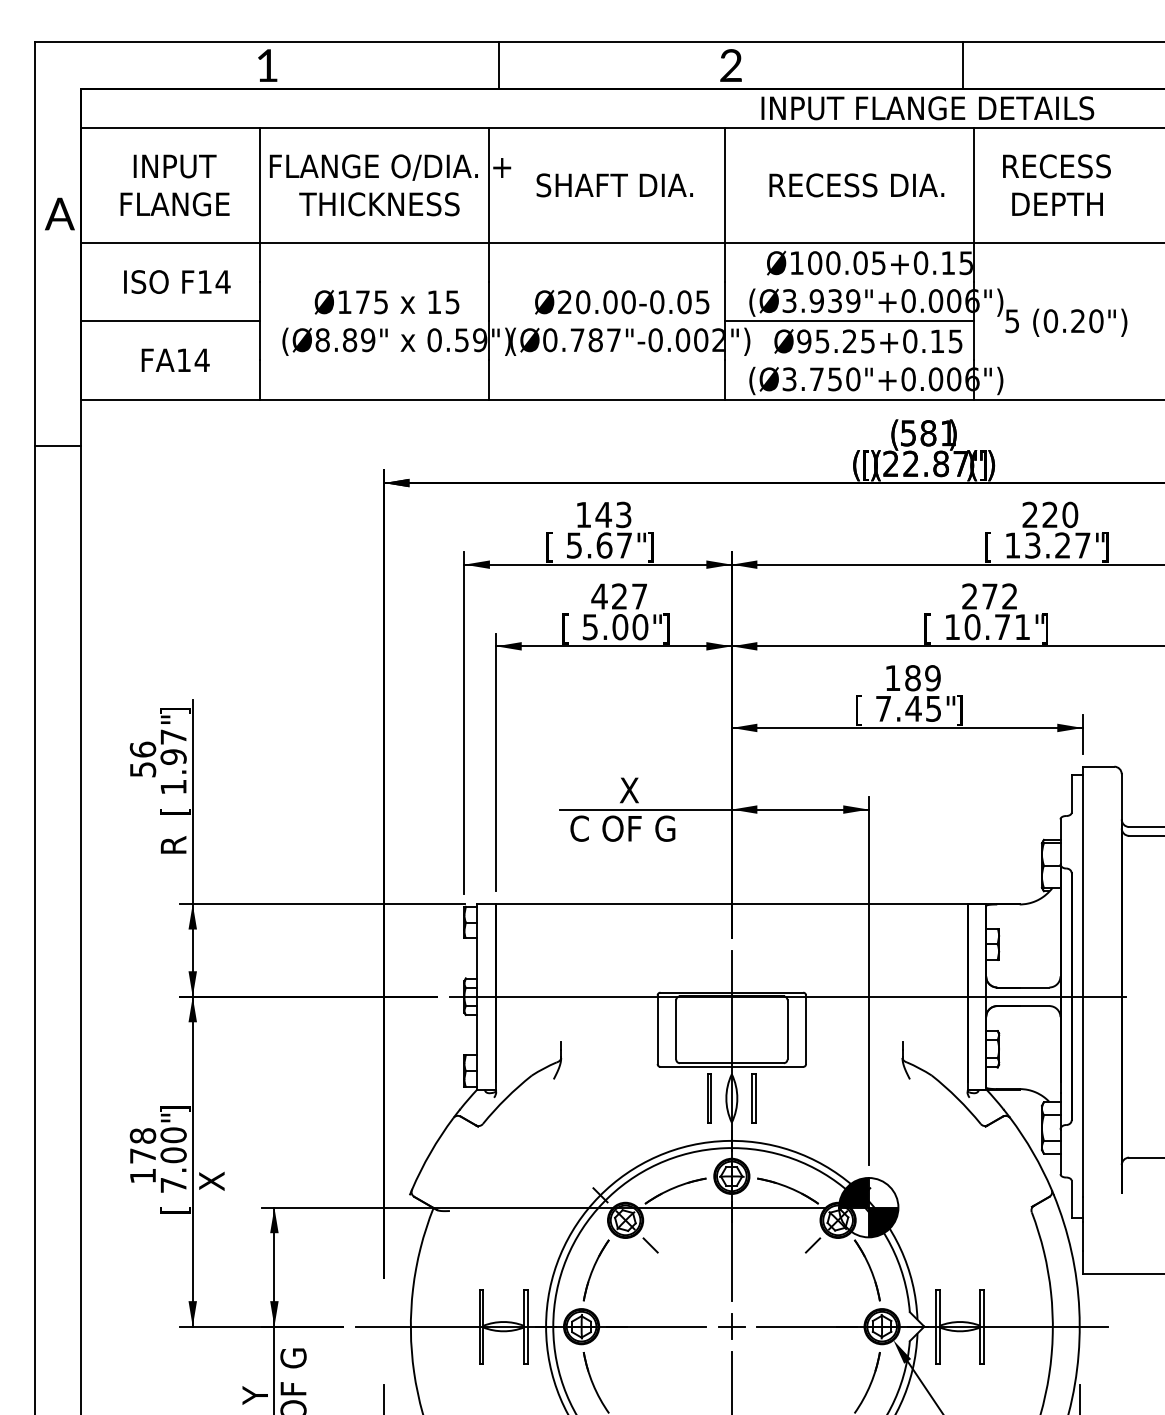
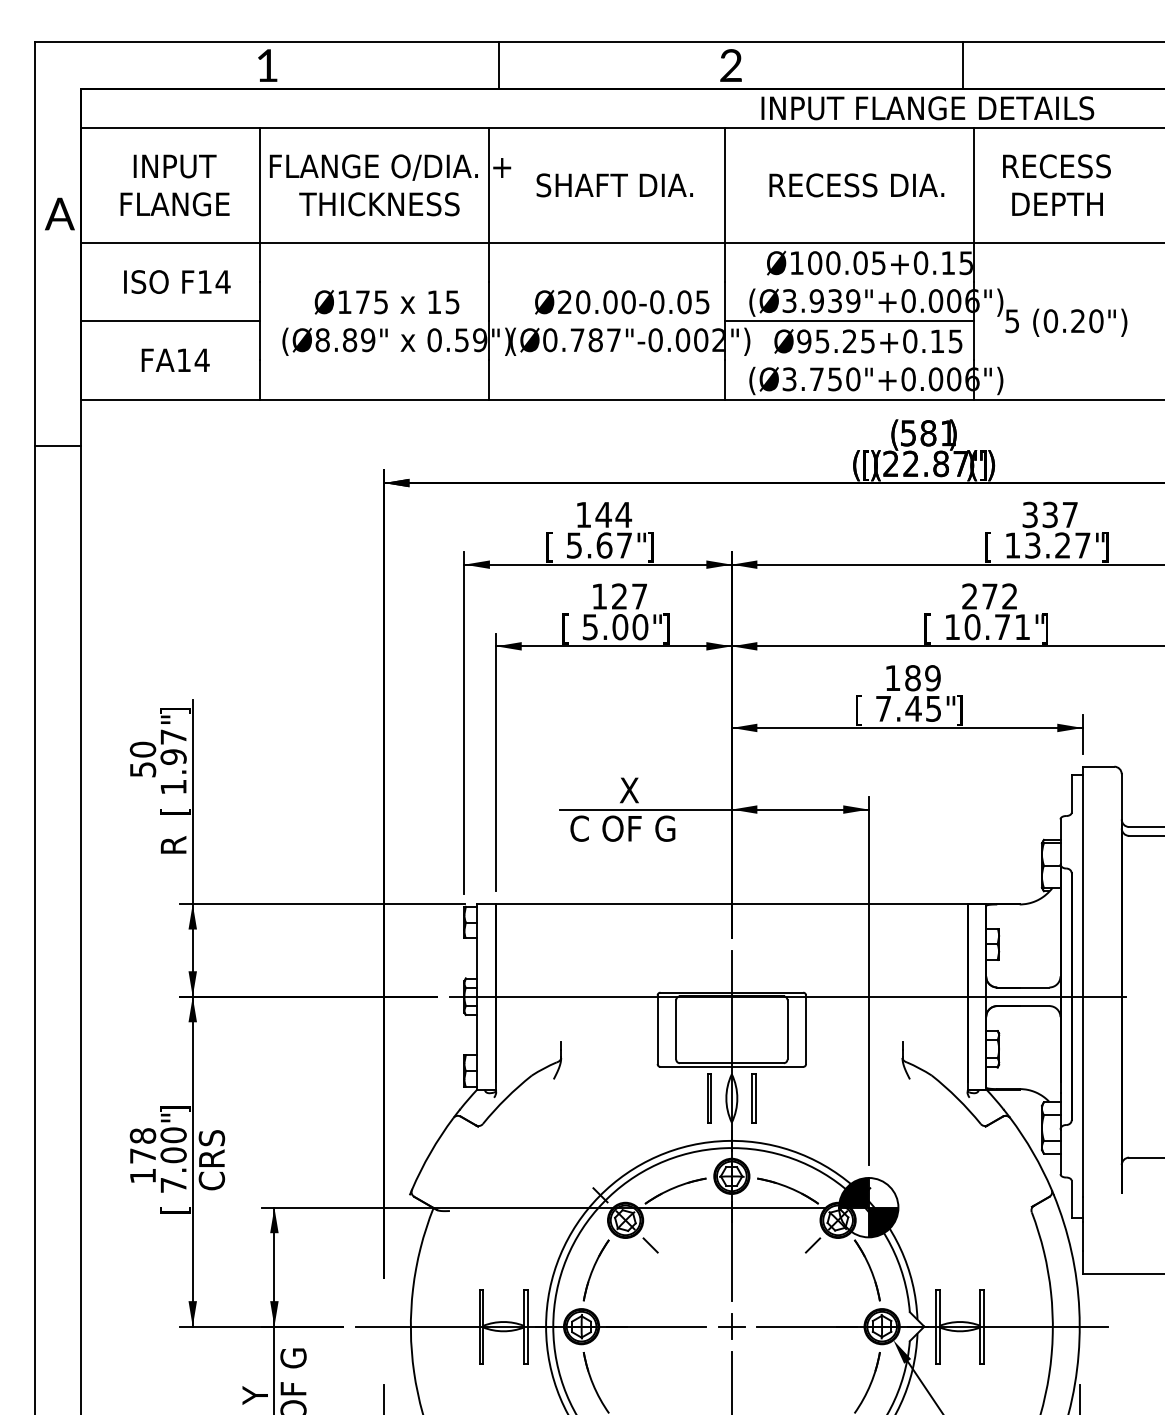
text at (623, 514): 143 -> 144
text at (1050, 514): 220 -> 337
text at (599, 596): 427 -> 127
text at (142, 749): 56 -> 50
text at (211, 1160): X -> CRS
